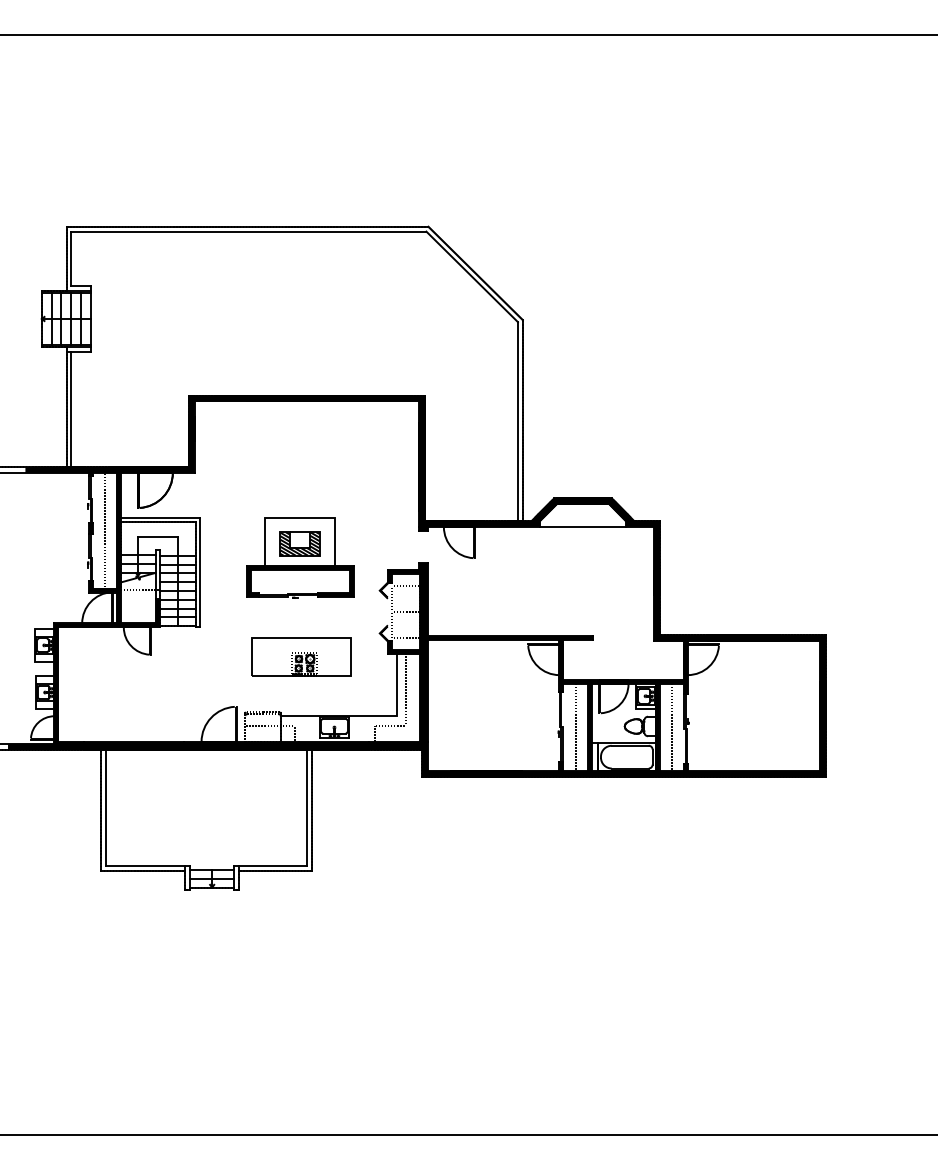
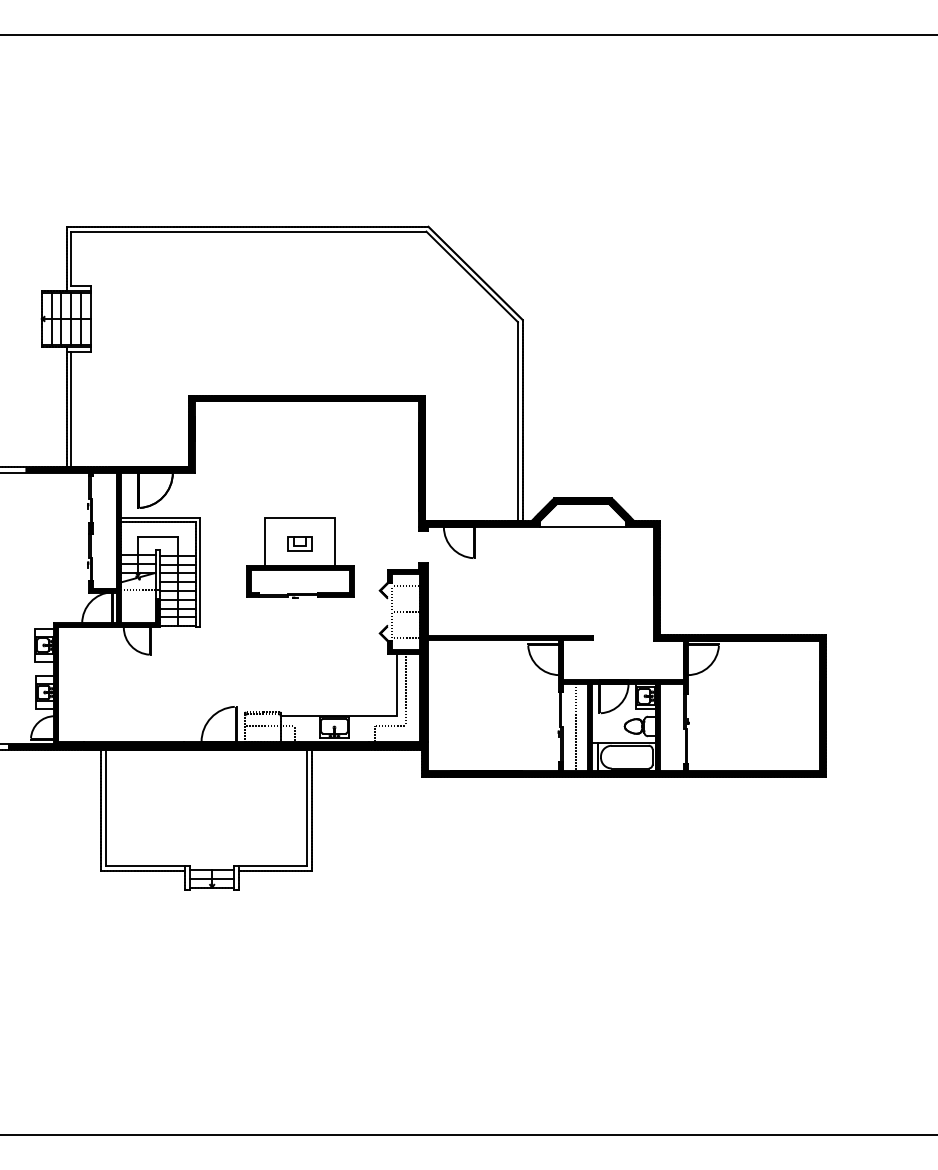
line at (104, 530): present -> none
part at (299, 543) size: 42x26 px -> 26x16 px
part at (301, 656): present -> none
line at (671, 727): present -> none
